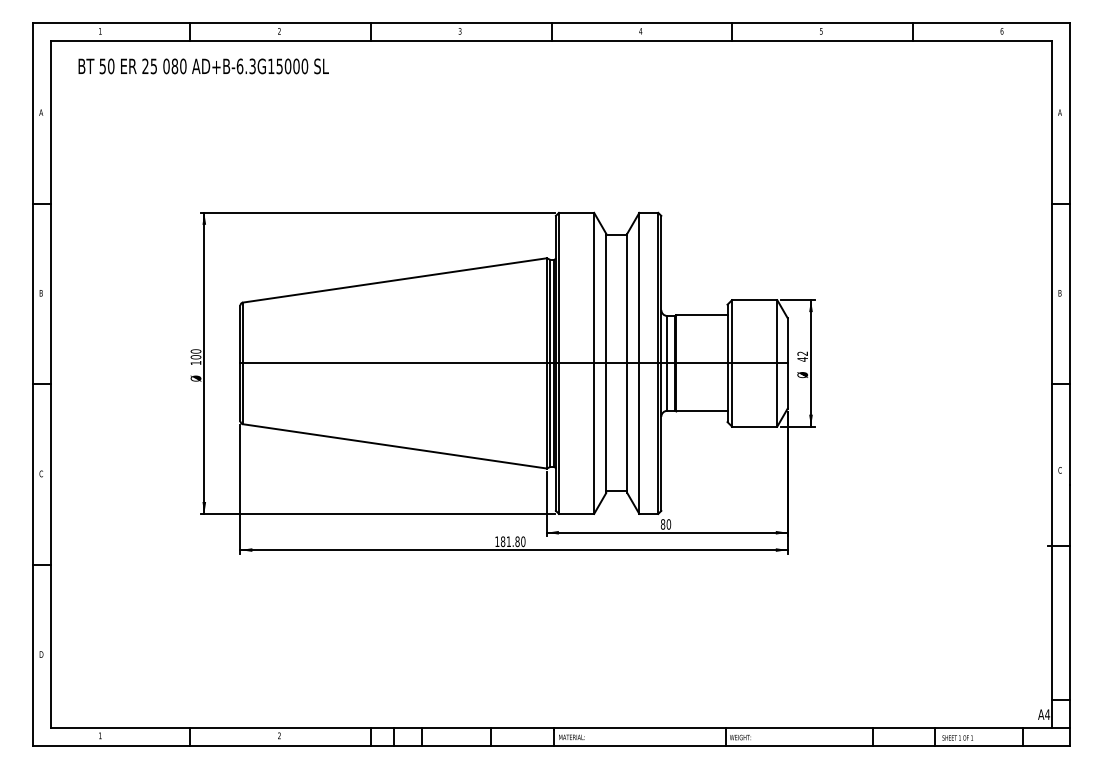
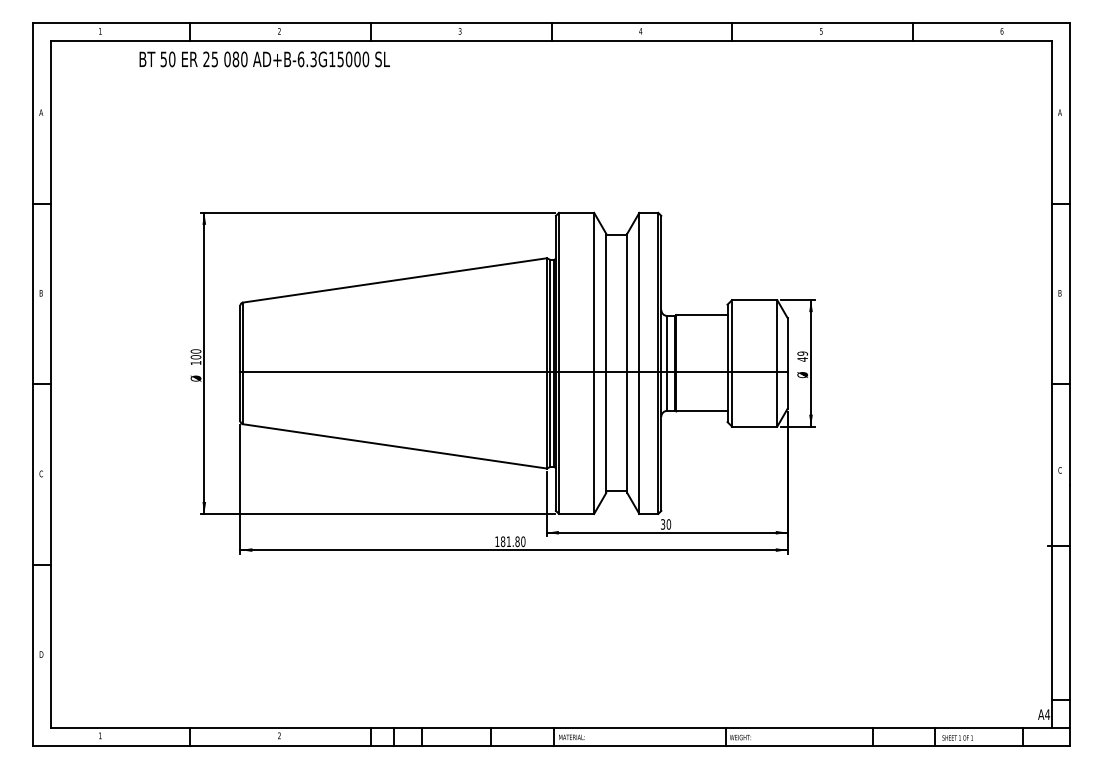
text at (203, 66) position: (203, 66) -> (264, 59)
text at (802, 353): 42 -> 49
line at (513, 363) position: (513, 363) -> (513, 372)
text at (662, 524): 80 -> 30
